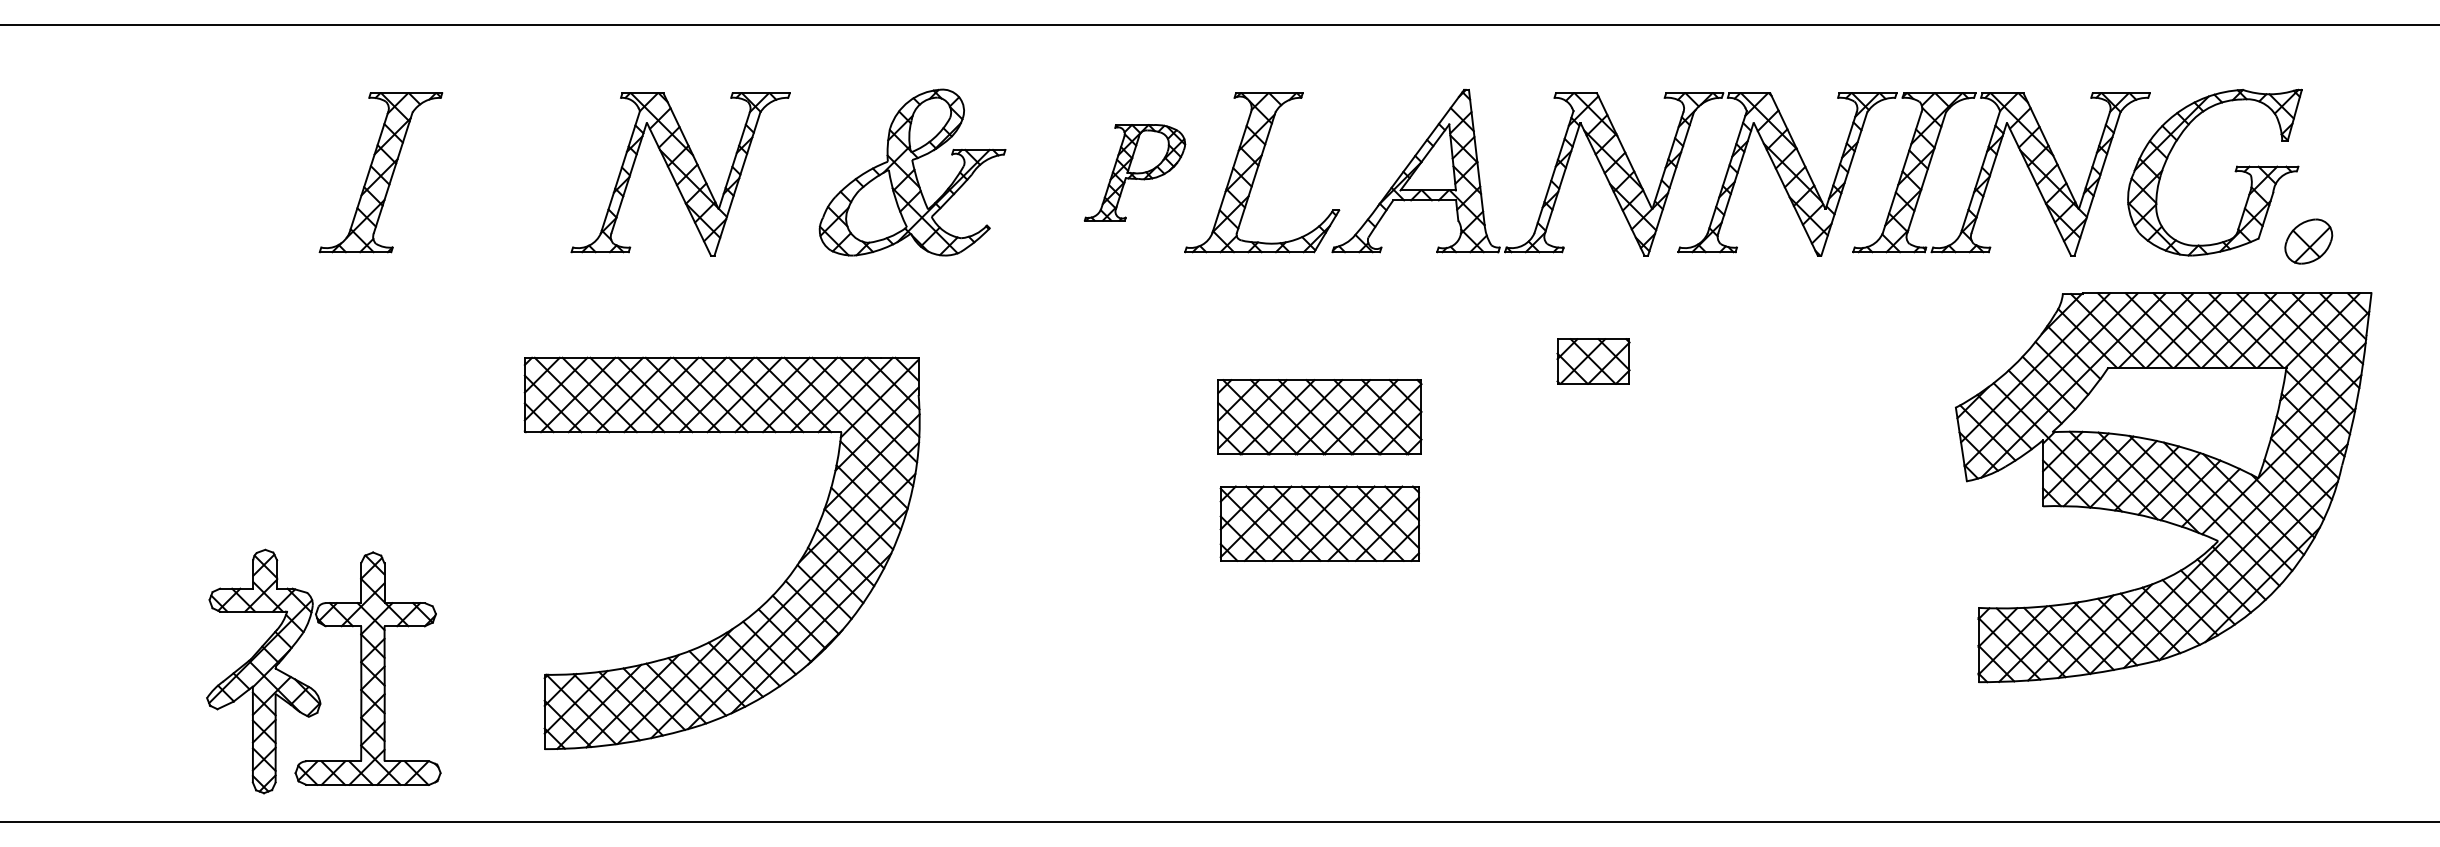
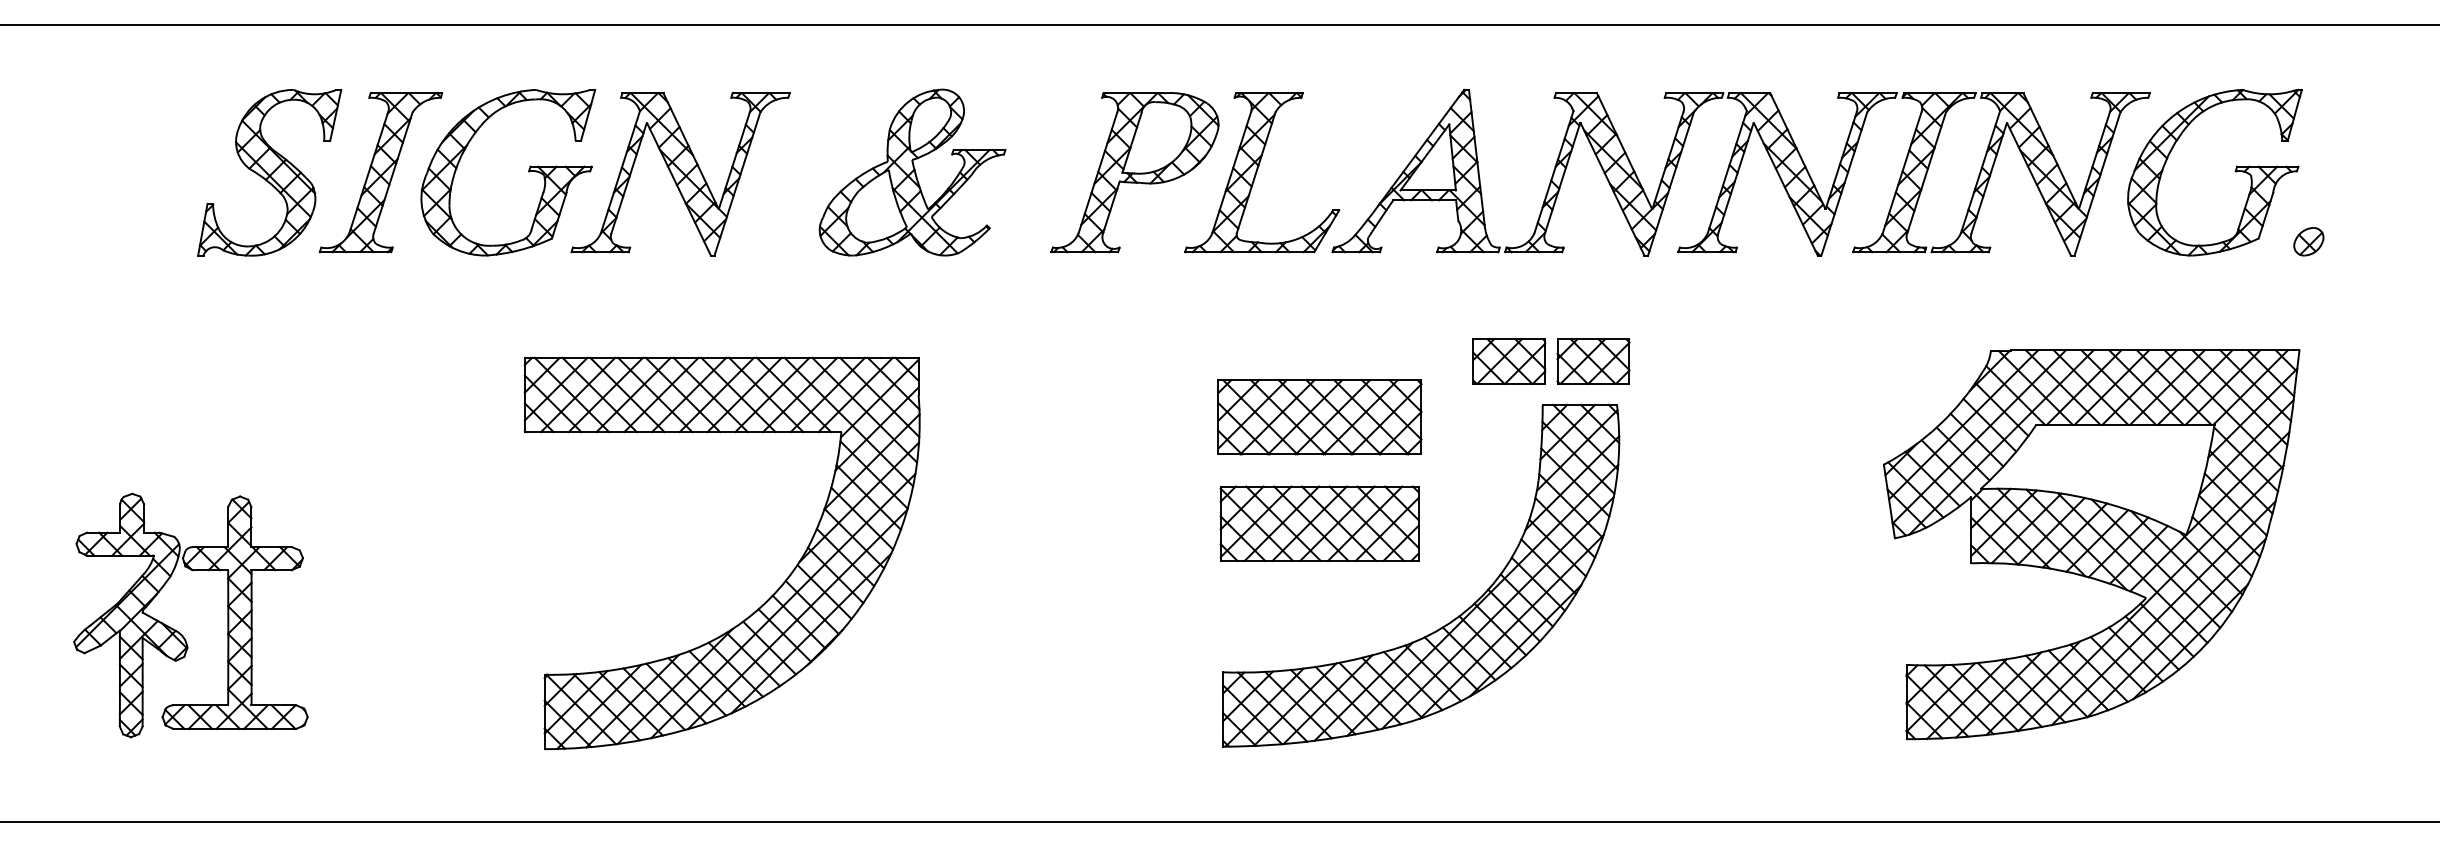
part at (269, 172): none -> present
part at (528, 172): none -> present
part at (1134, 172) size: 104x98 px -> 170x162 px
part at (2308, 241) size: 50x47 px -> 32x30 px
part at (1509, 361): none -> present
part at (2163, 487) position: (2163, 487) -> (2091, 544)
part at (1455, 617): none -> present
part at (310, 686) position: (310, 686) -> (177, 630)
